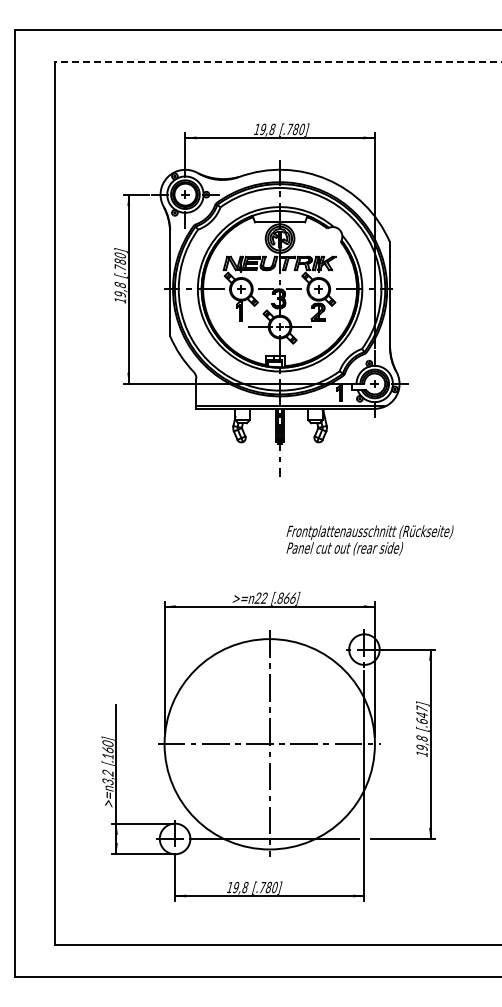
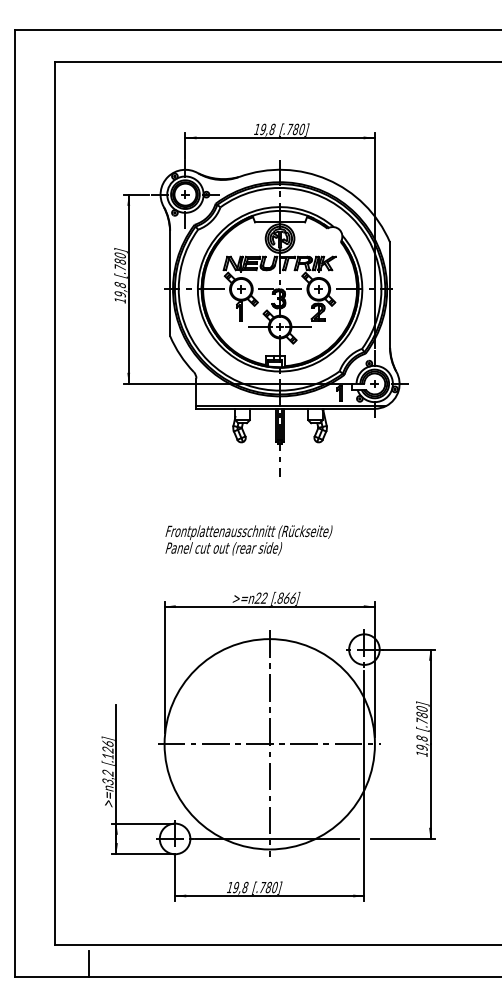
line at (278, 62): dashed -> solid
text at (369, 540) position: (369, 540) -> (248, 540)
text at (421, 714): [.647] -> [.780]
text at (107, 746): [.160] -> [.126]
line at (88, 963): none -> present
